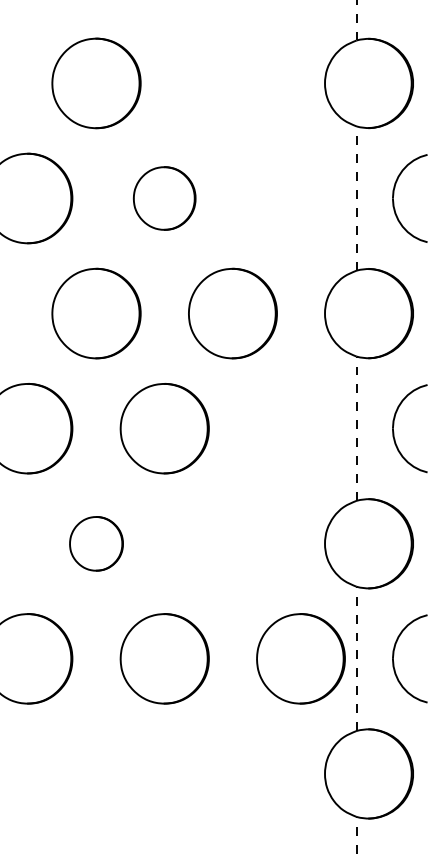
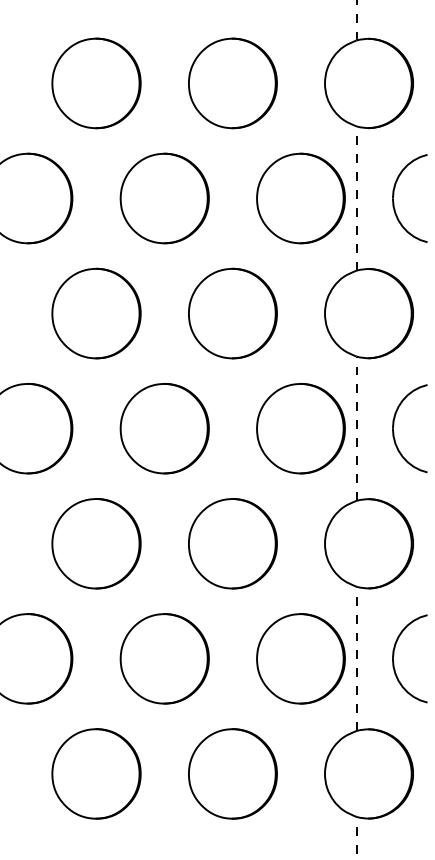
part at (232, 83): none -> present
part at (164, 198) size: 65x65 px -> 91x93 px
part at (300, 198): none -> present
part at (300, 428): none -> present
part at (96, 543) size: 55x56 px -> 91x92 px
part at (232, 543): none -> present
part at (96, 773): none -> present
part at (232, 773): none -> present
